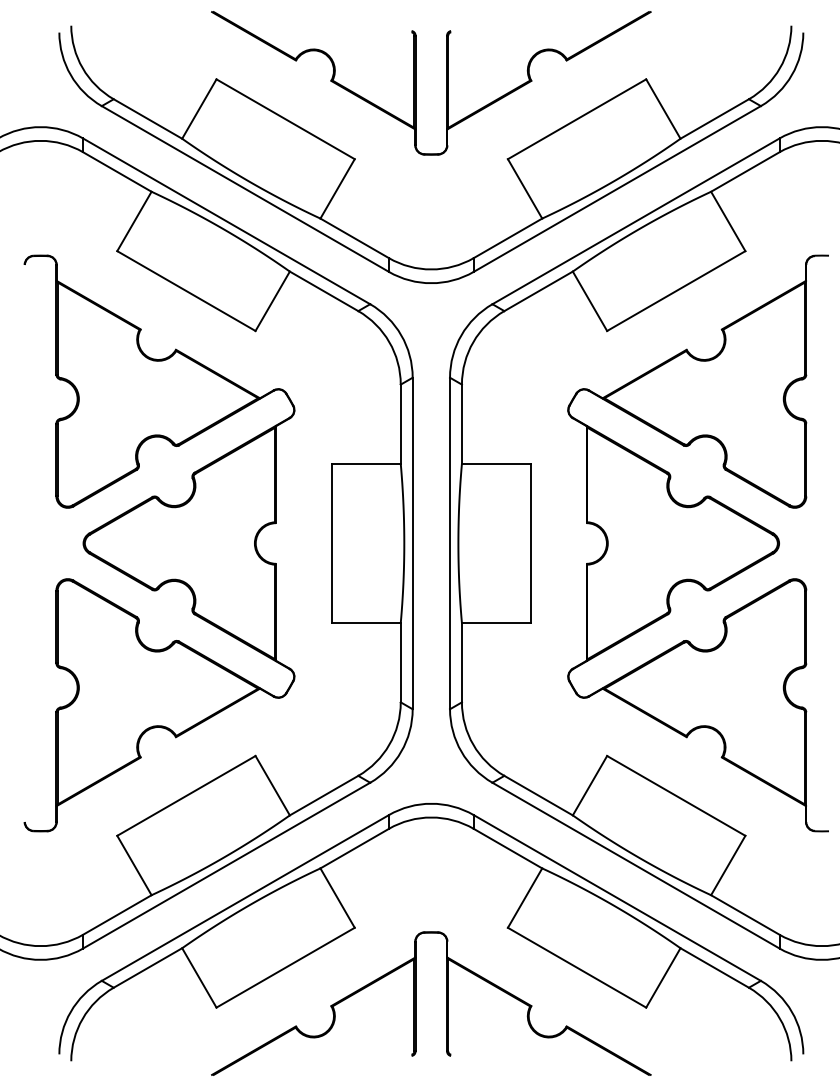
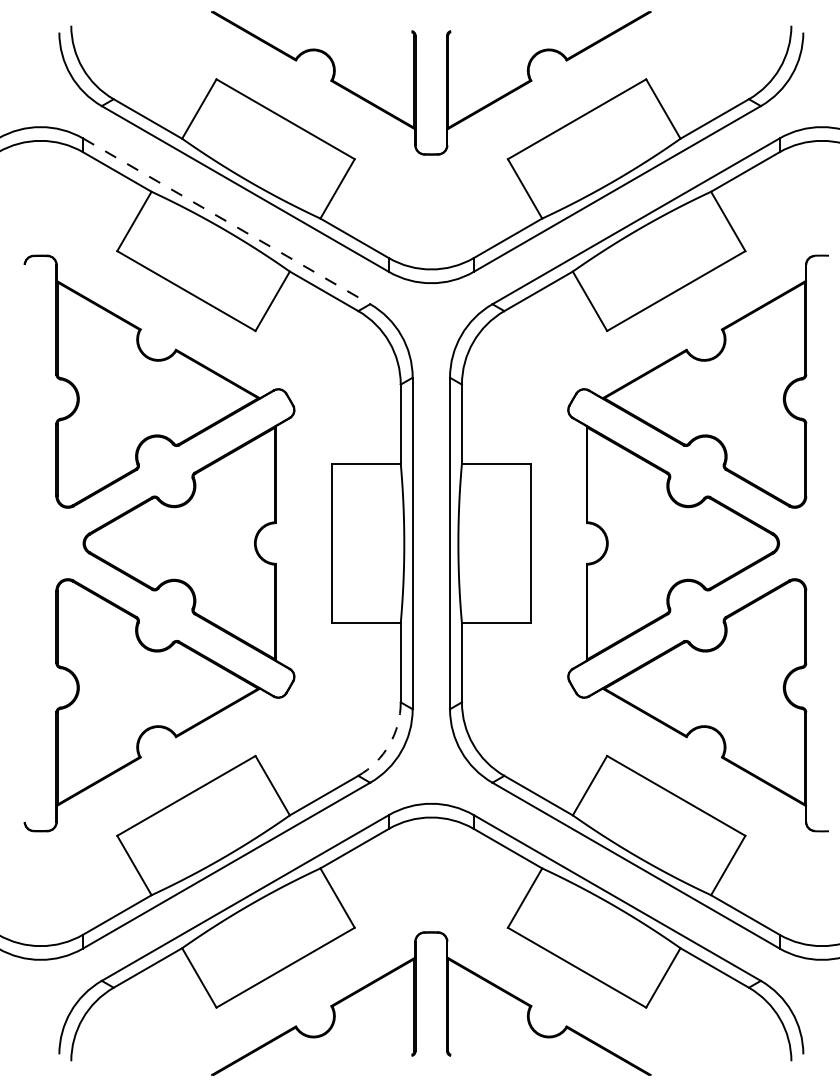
line at (226, 221): solid -> dashed
arc at (389, 744): solid -> dashed
